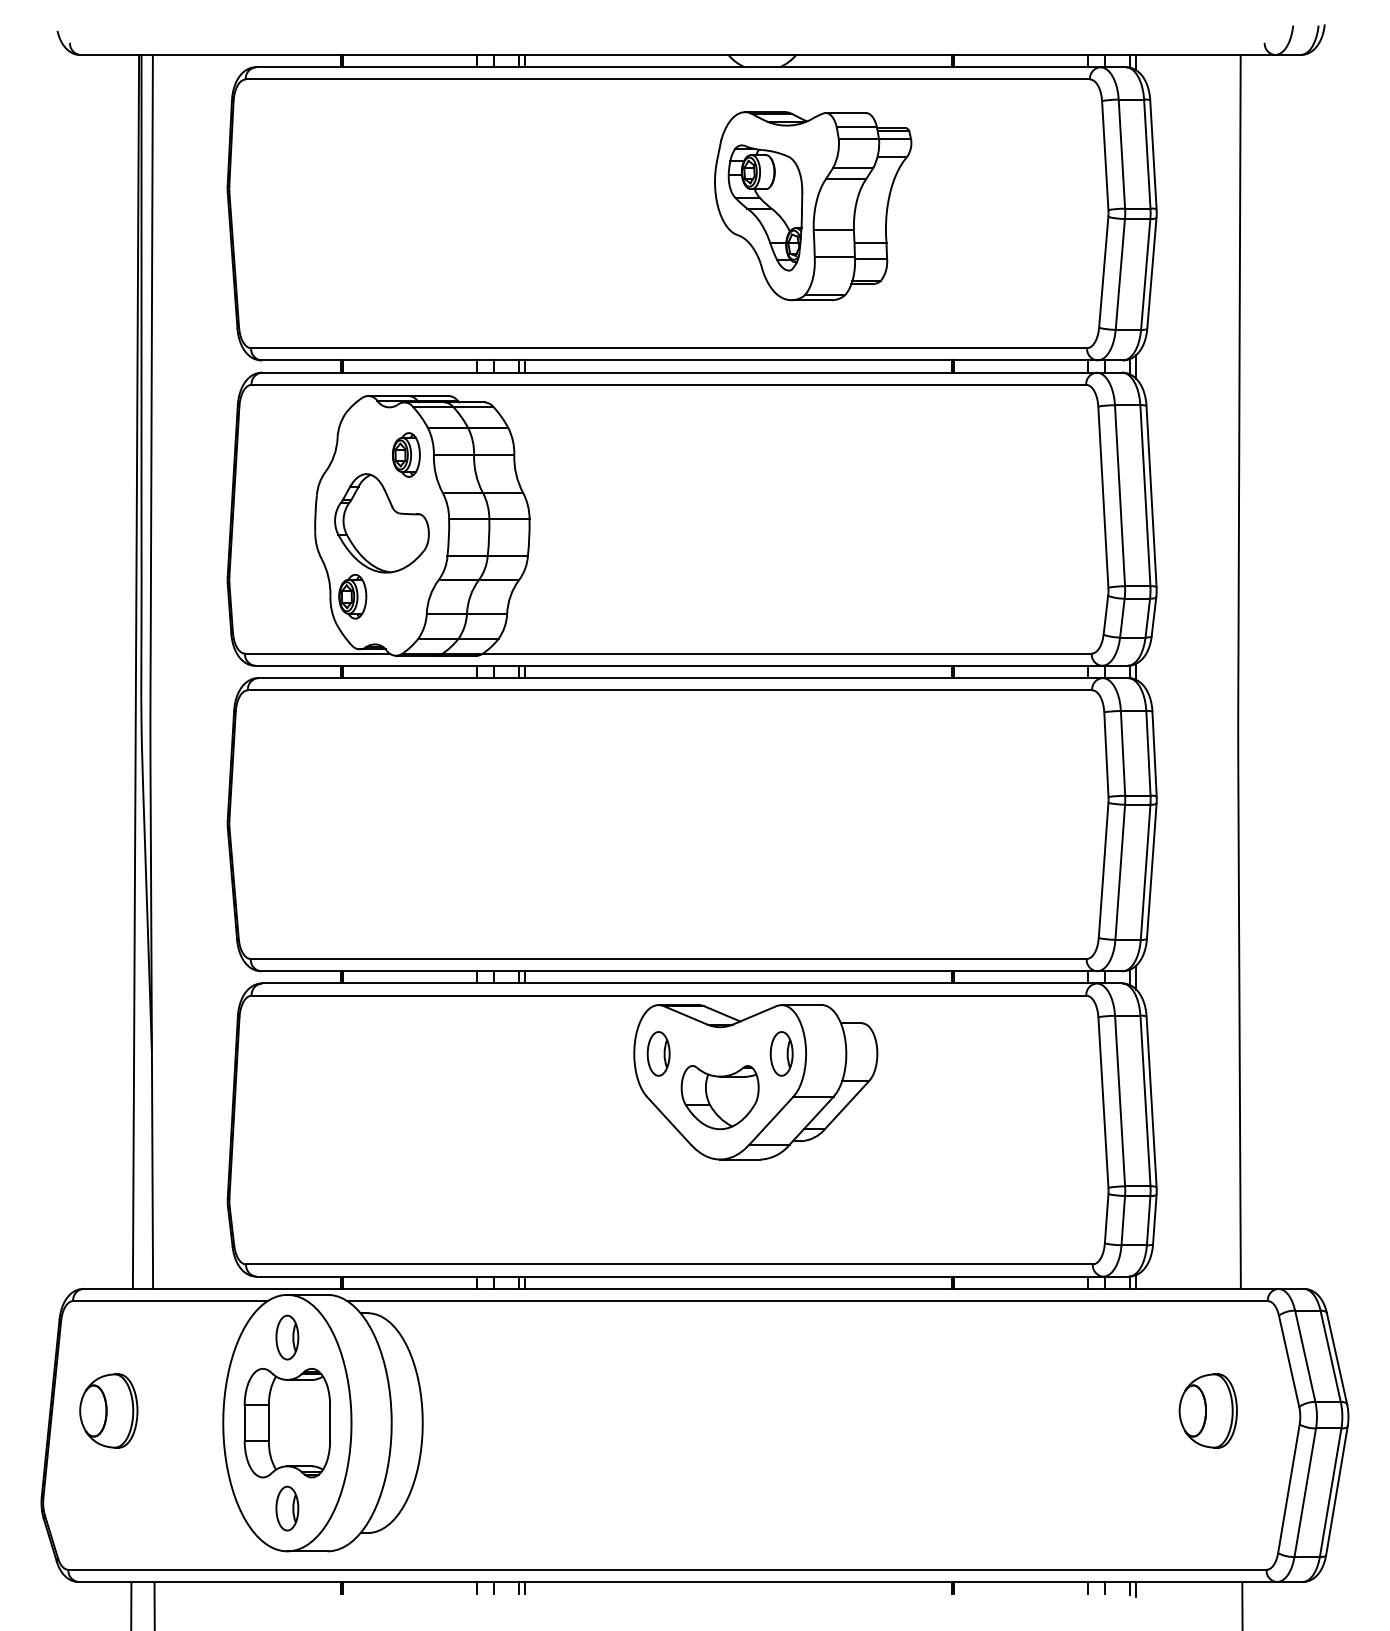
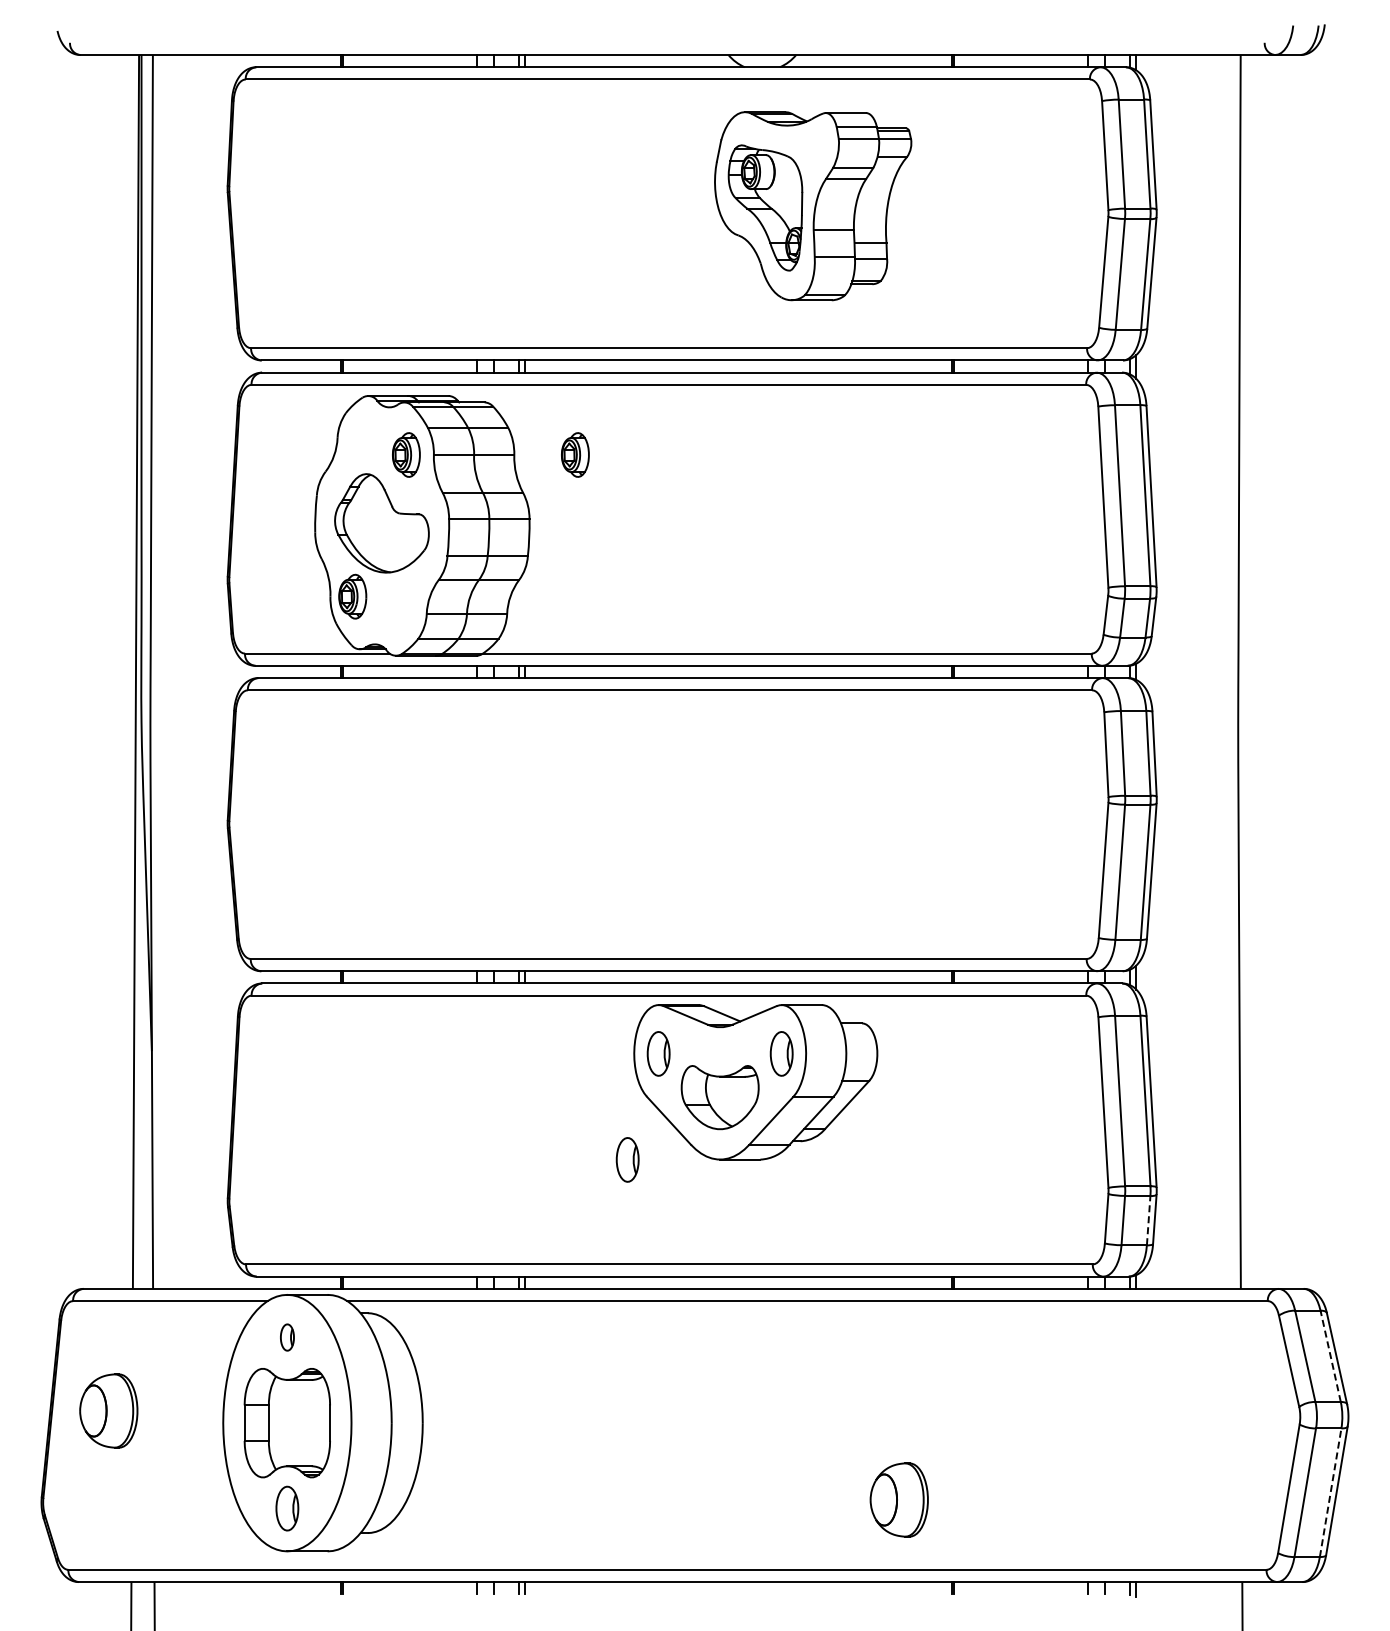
part at (575, 454): none -> present
part at (627, 1159): none -> present
line at (1148, 1220): solid -> dashed
part at (287, 1337) size: 25x47 px -> 15x29 px
line at (1330, 1356): solid -> dashed
part at (1207, 1410) position: (1207, 1410) -> (898, 1499)
line at (1330, 1492): solid -> dashed
